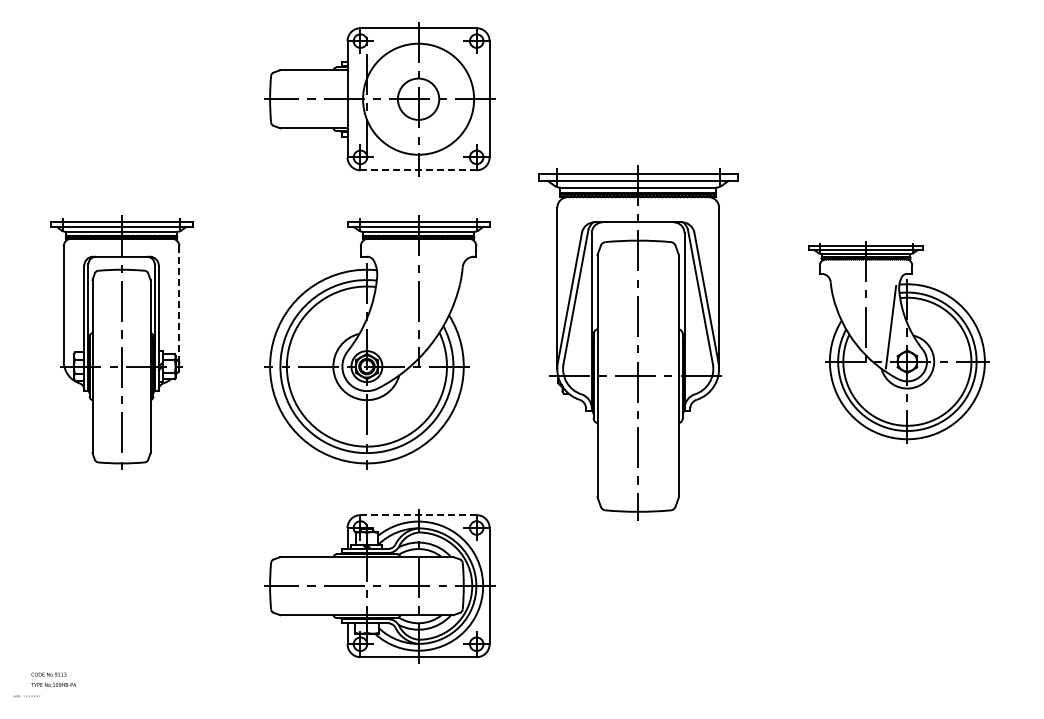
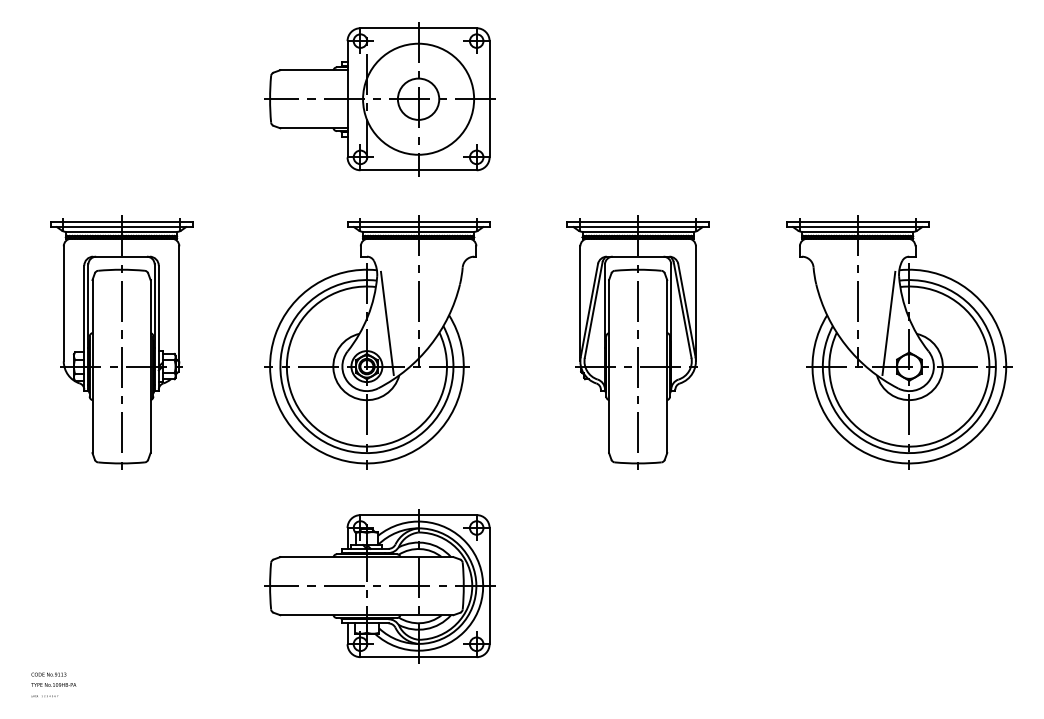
line at (418, 170): dashed -> solid
line at (179, 303): dashed -> solid
line at (387, 322): none -> present
part at (638, 342) size: 201x356 px -> 144x255 px
part at (898, 342) size: 182x203 px -> 227x255 px
line at (418, 515): dashed -> solid
text at (26, 696) position: (26, 696) -> (44, 696)
